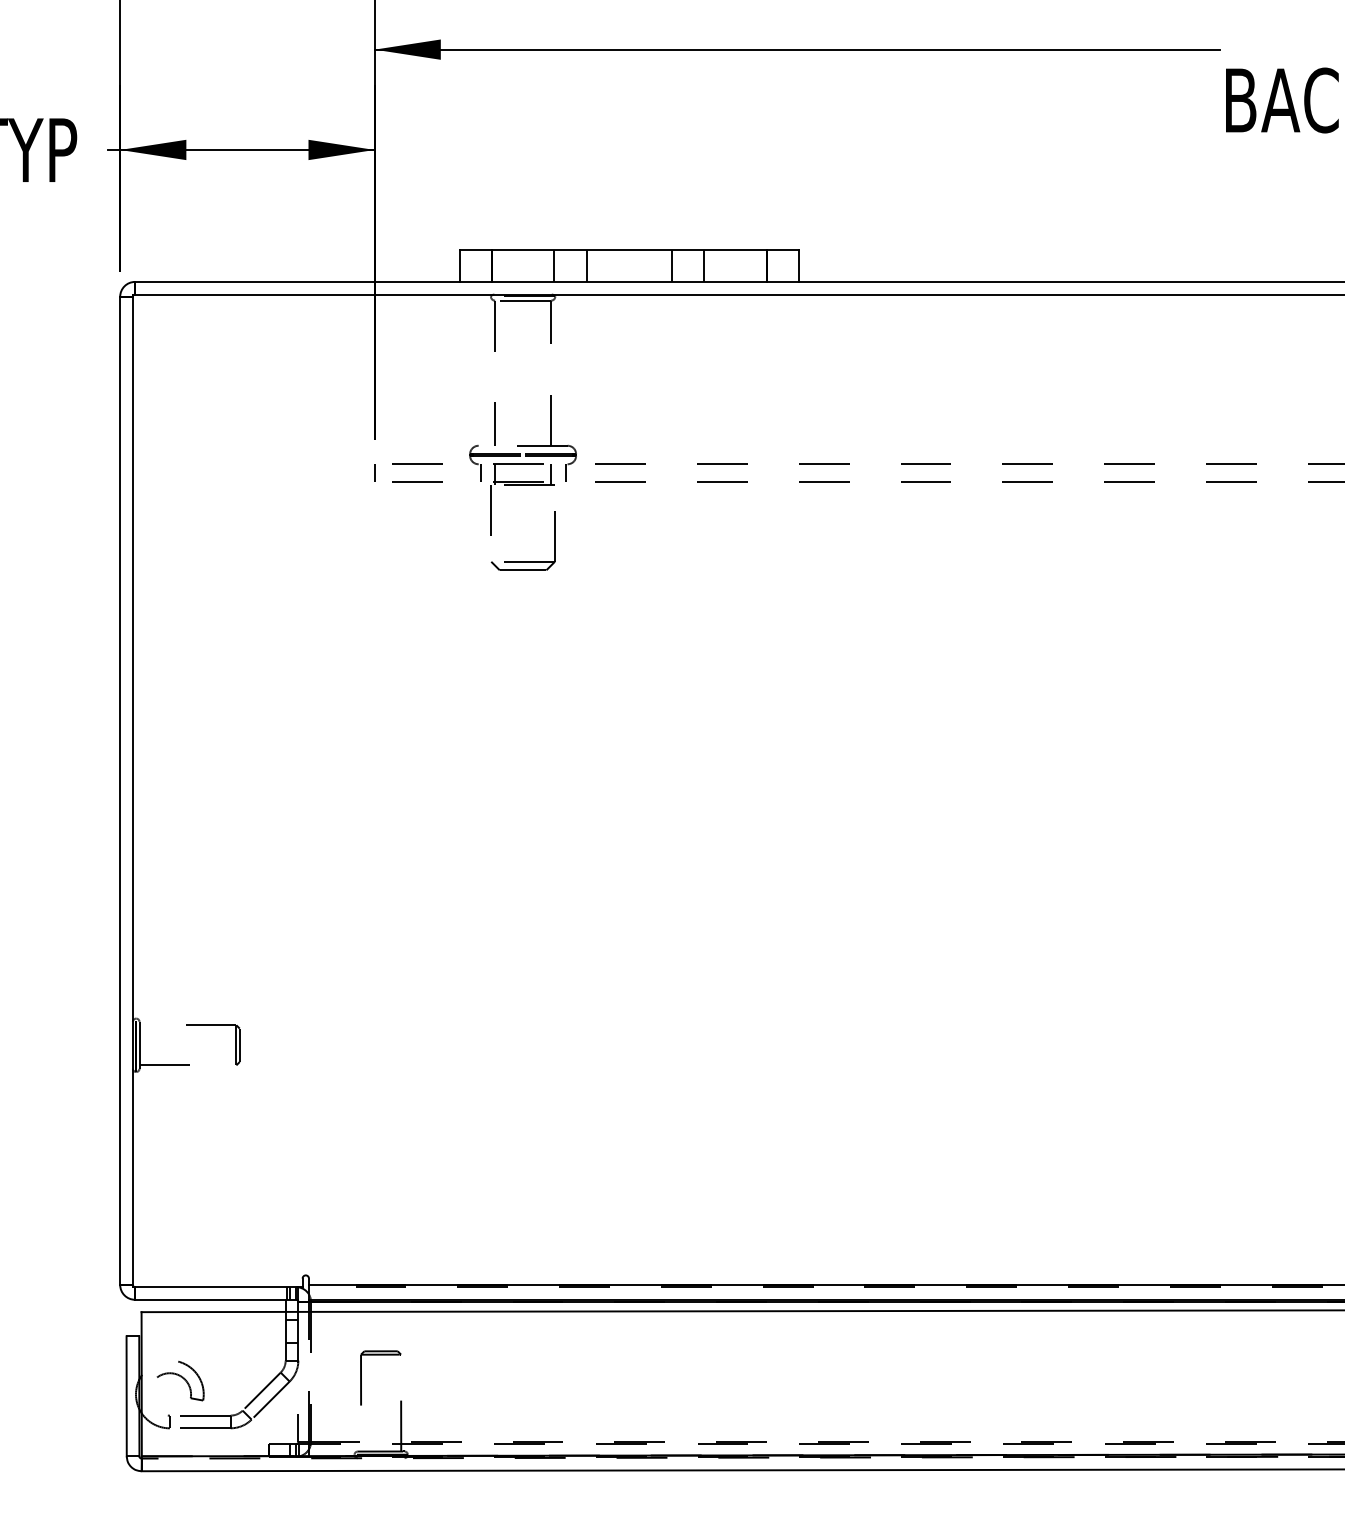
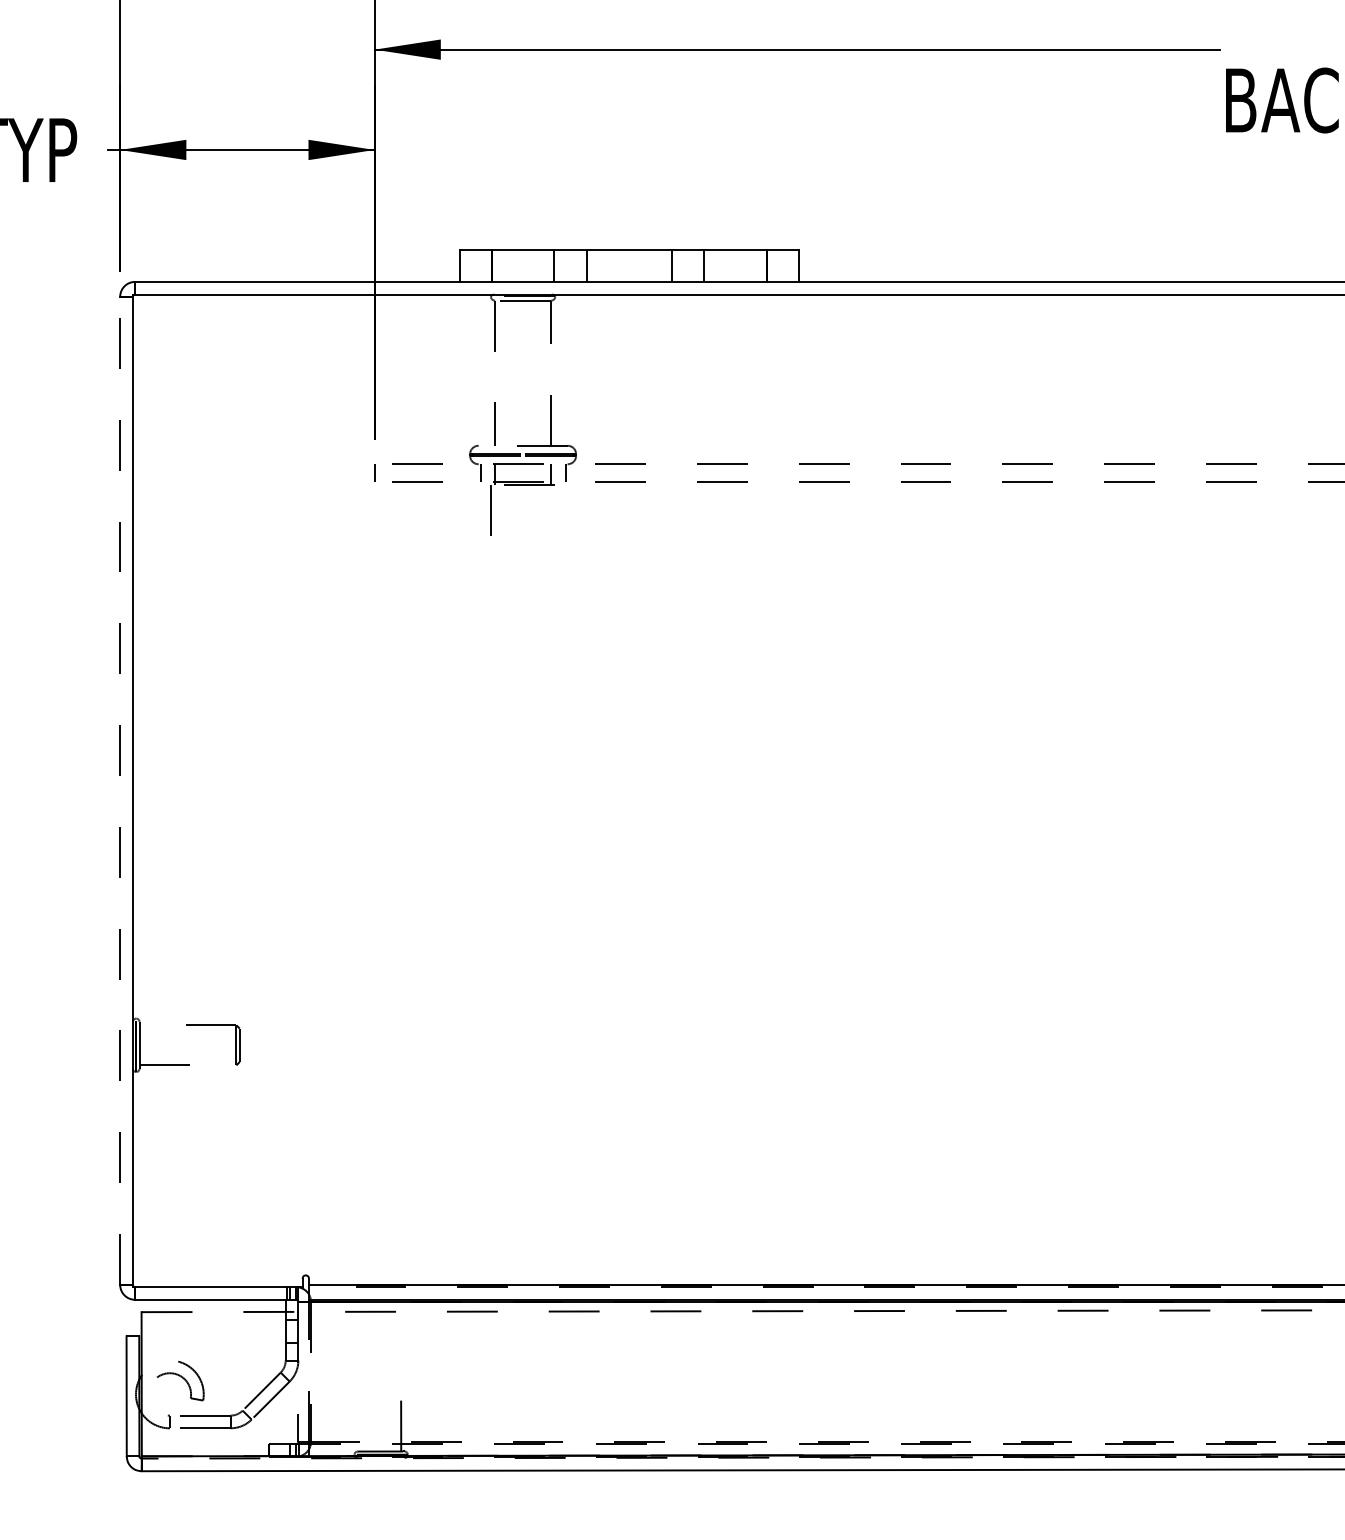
part at (522, 561): present -> none
line at (120, 790): solid -> dashed
line at (743, 1311): solid -> dashed
part at (361, 1377): present -> none
